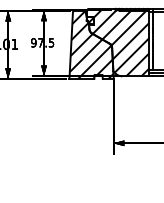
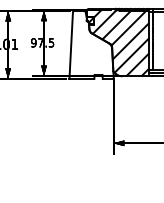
hatch at (91, 44): present -> none
